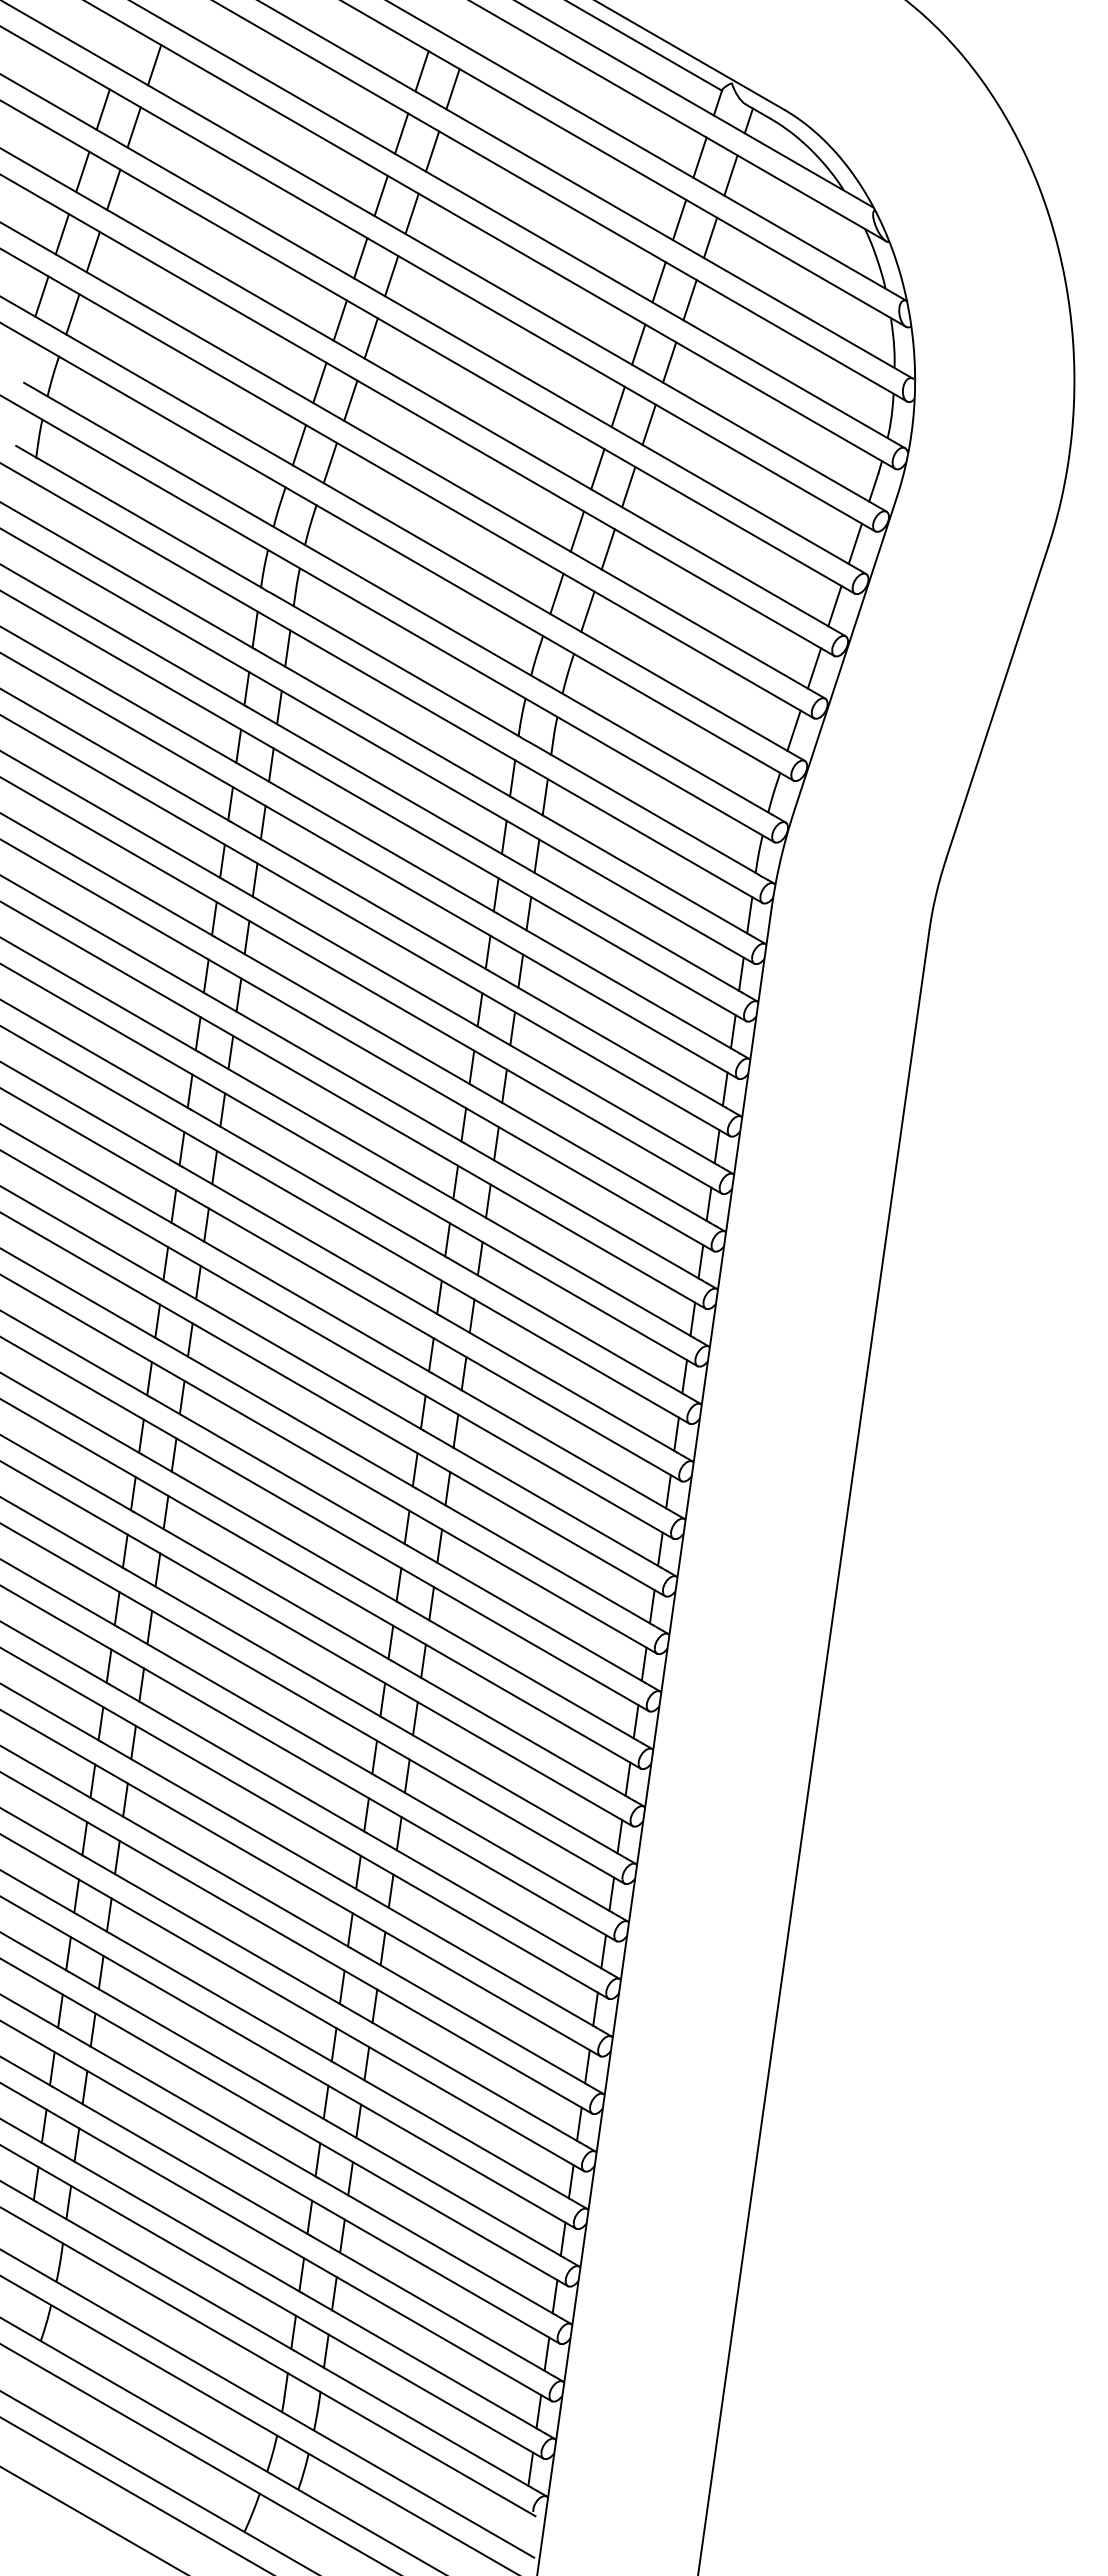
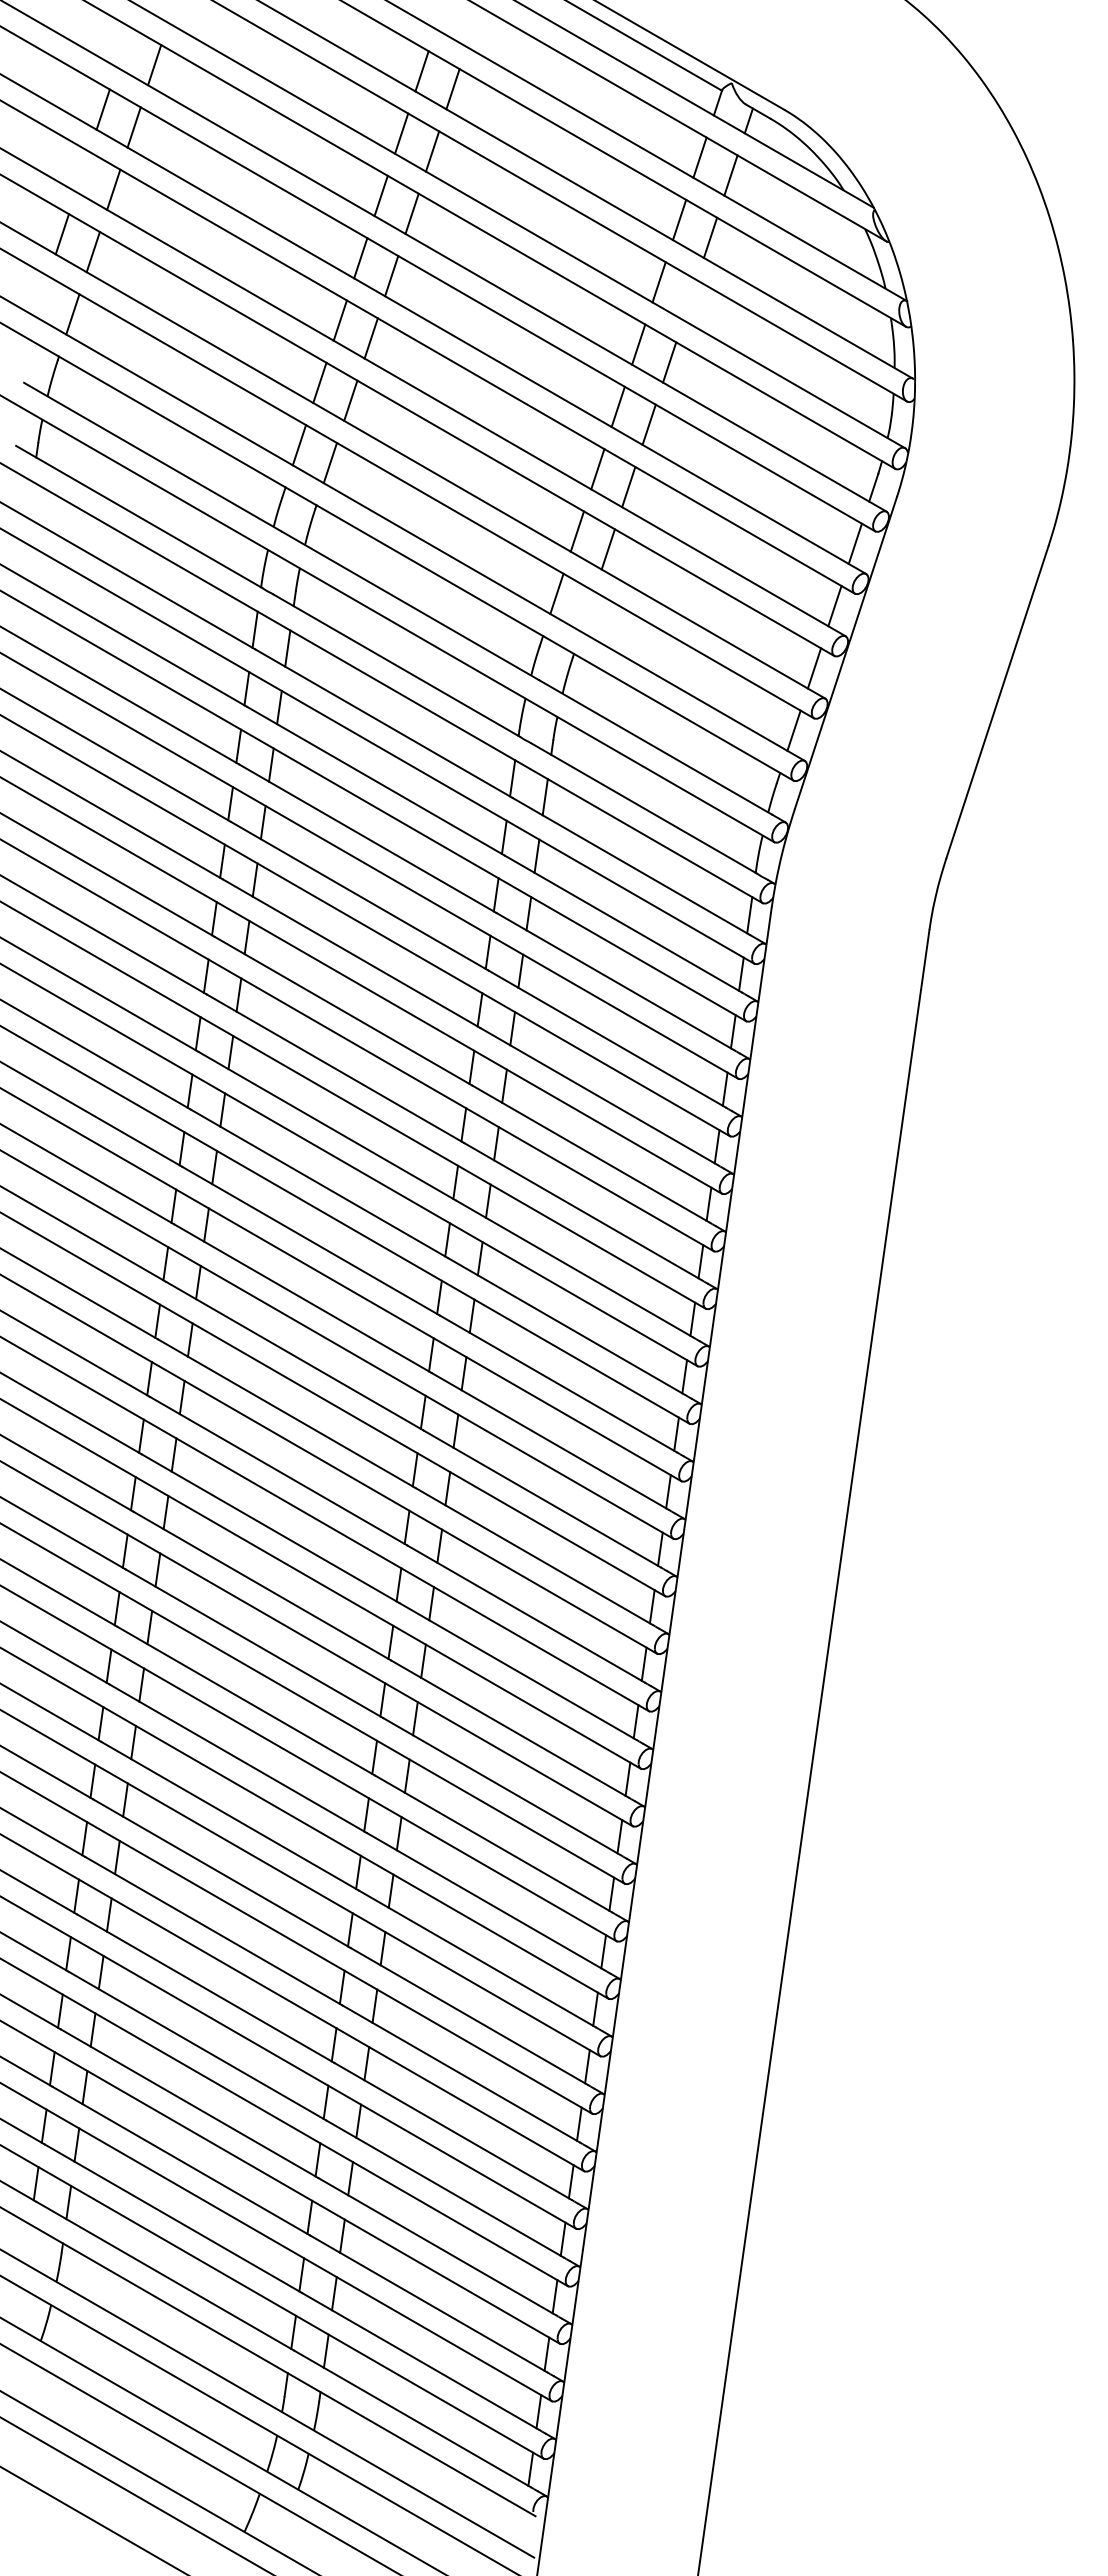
line at (82, 171): present -> none
line at (41, 296): present -> none
line at (689, 300): present -> none
line at (587, 611): present -> none
